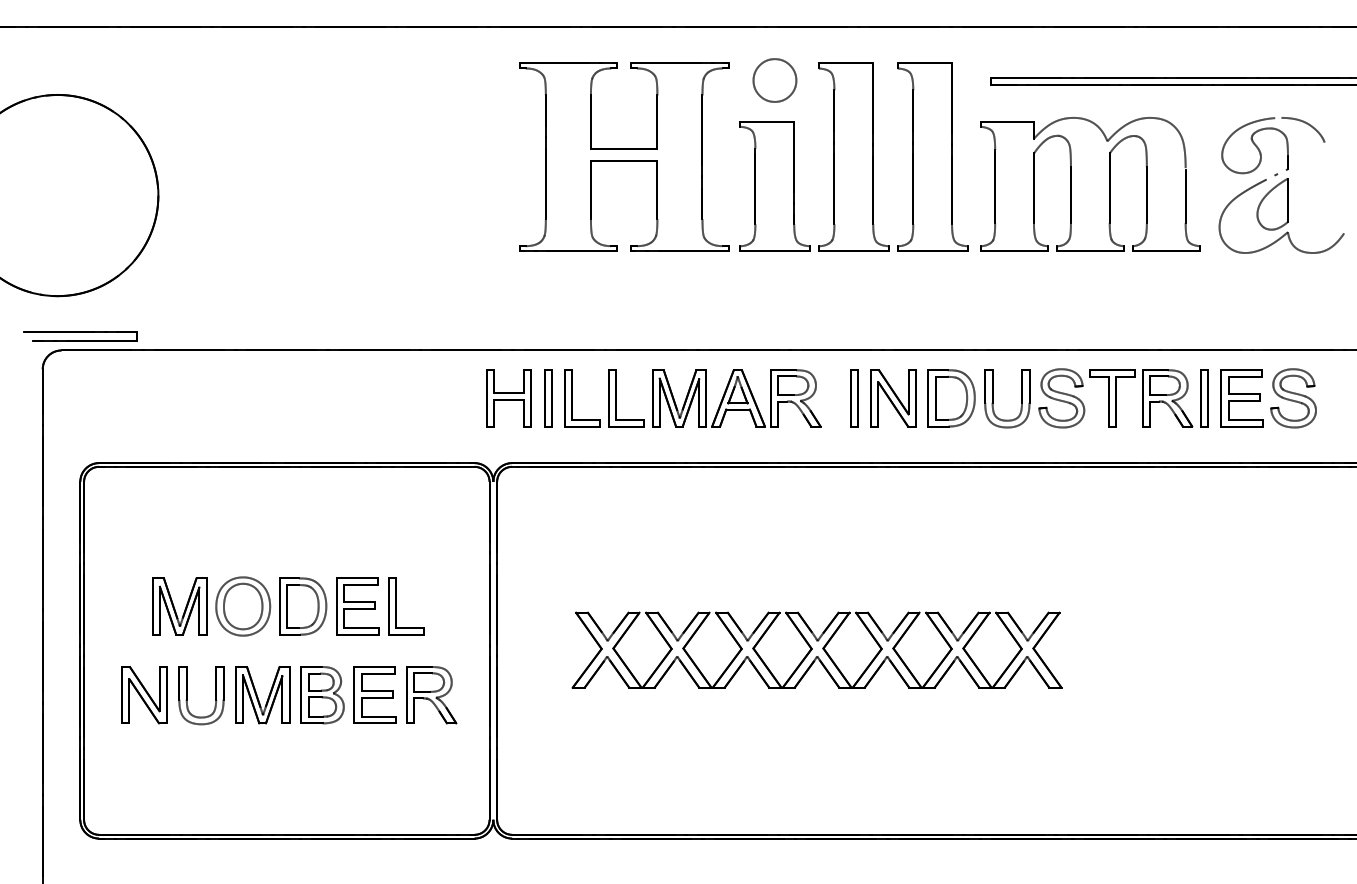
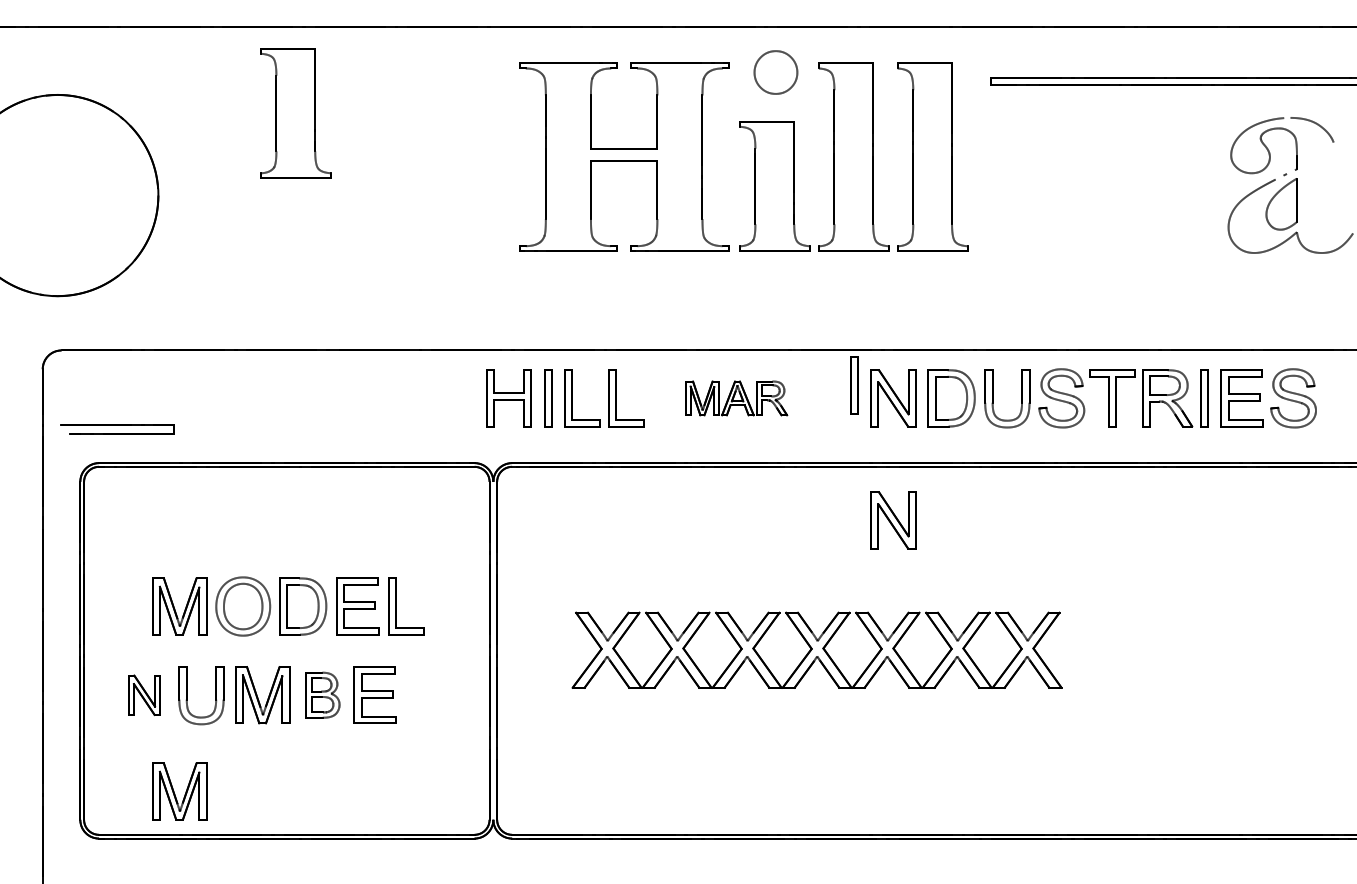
part at (774, 80) position: (774, 80) -> (775, 72)
part at (295, 113): none -> present
part at (1071, 184): present -> none
part at (1281, 185) position: (1281, 185) -> (1290, 185)
part at (80, 336) position: (80, 336) -> (117, 429)
part at (736, 398) size: 170x59 px -> 104x37 px
part at (854, 398) position: (854, 398) -> (854, 385)
part at (893, 520): none -> present
part at (144, 695) size: 47x59 px -> 33x43 px
part at (322, 695) size: 45x59 px -> 36x48 px
part at (431, 695): present -> none
part at (179, 791): none -> present
